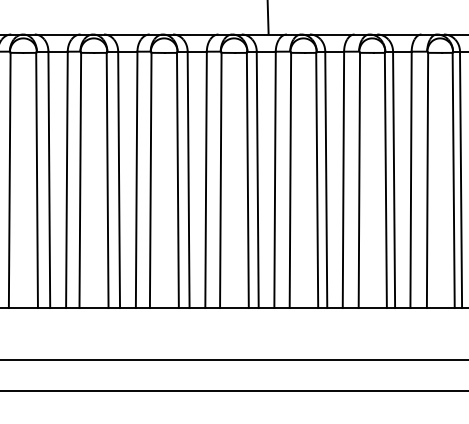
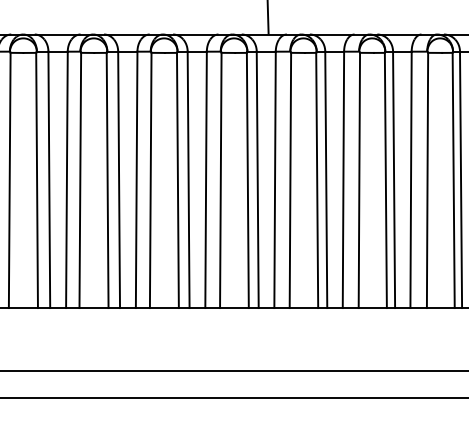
line at (233, 360) position: (233, 360) -> (233, 371)
line at (233, 390) position: (233, 390) -> (233, 397)
